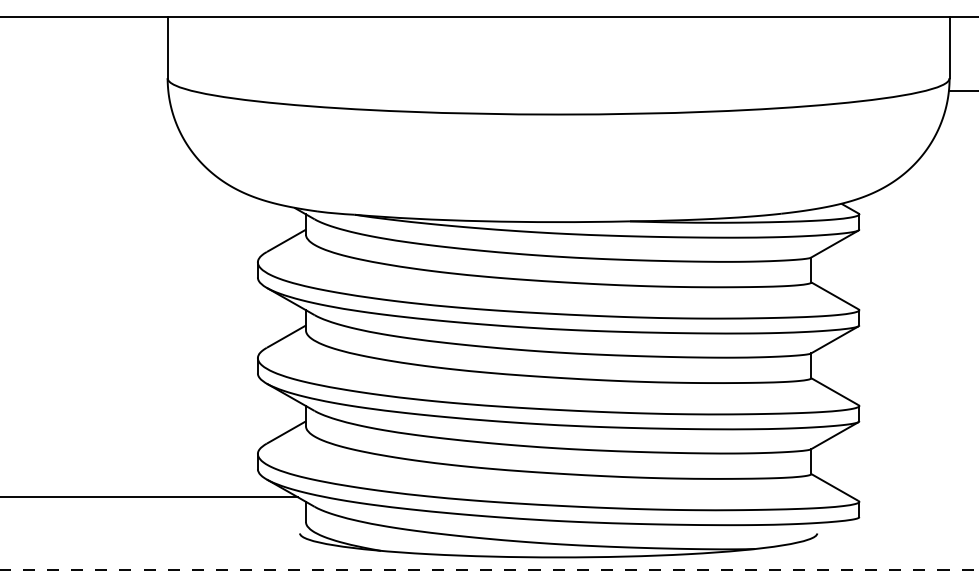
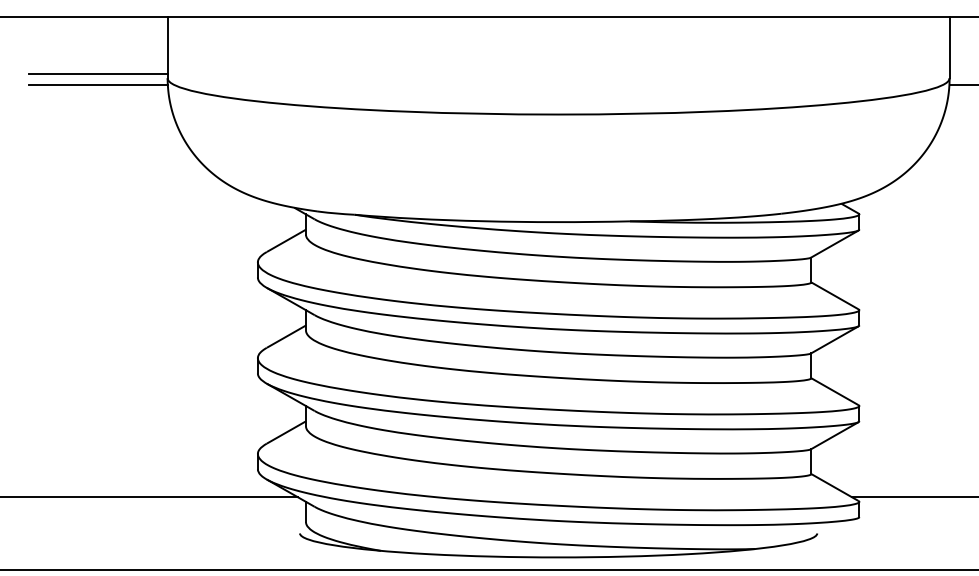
line at (98, 73): none -> present
line at (98, 84): none -> present
line at (962, 90) position: (962, 90) -> (962, 84)
line at (913, 497): none -> present
line at (488, 569): dashed -> solid
